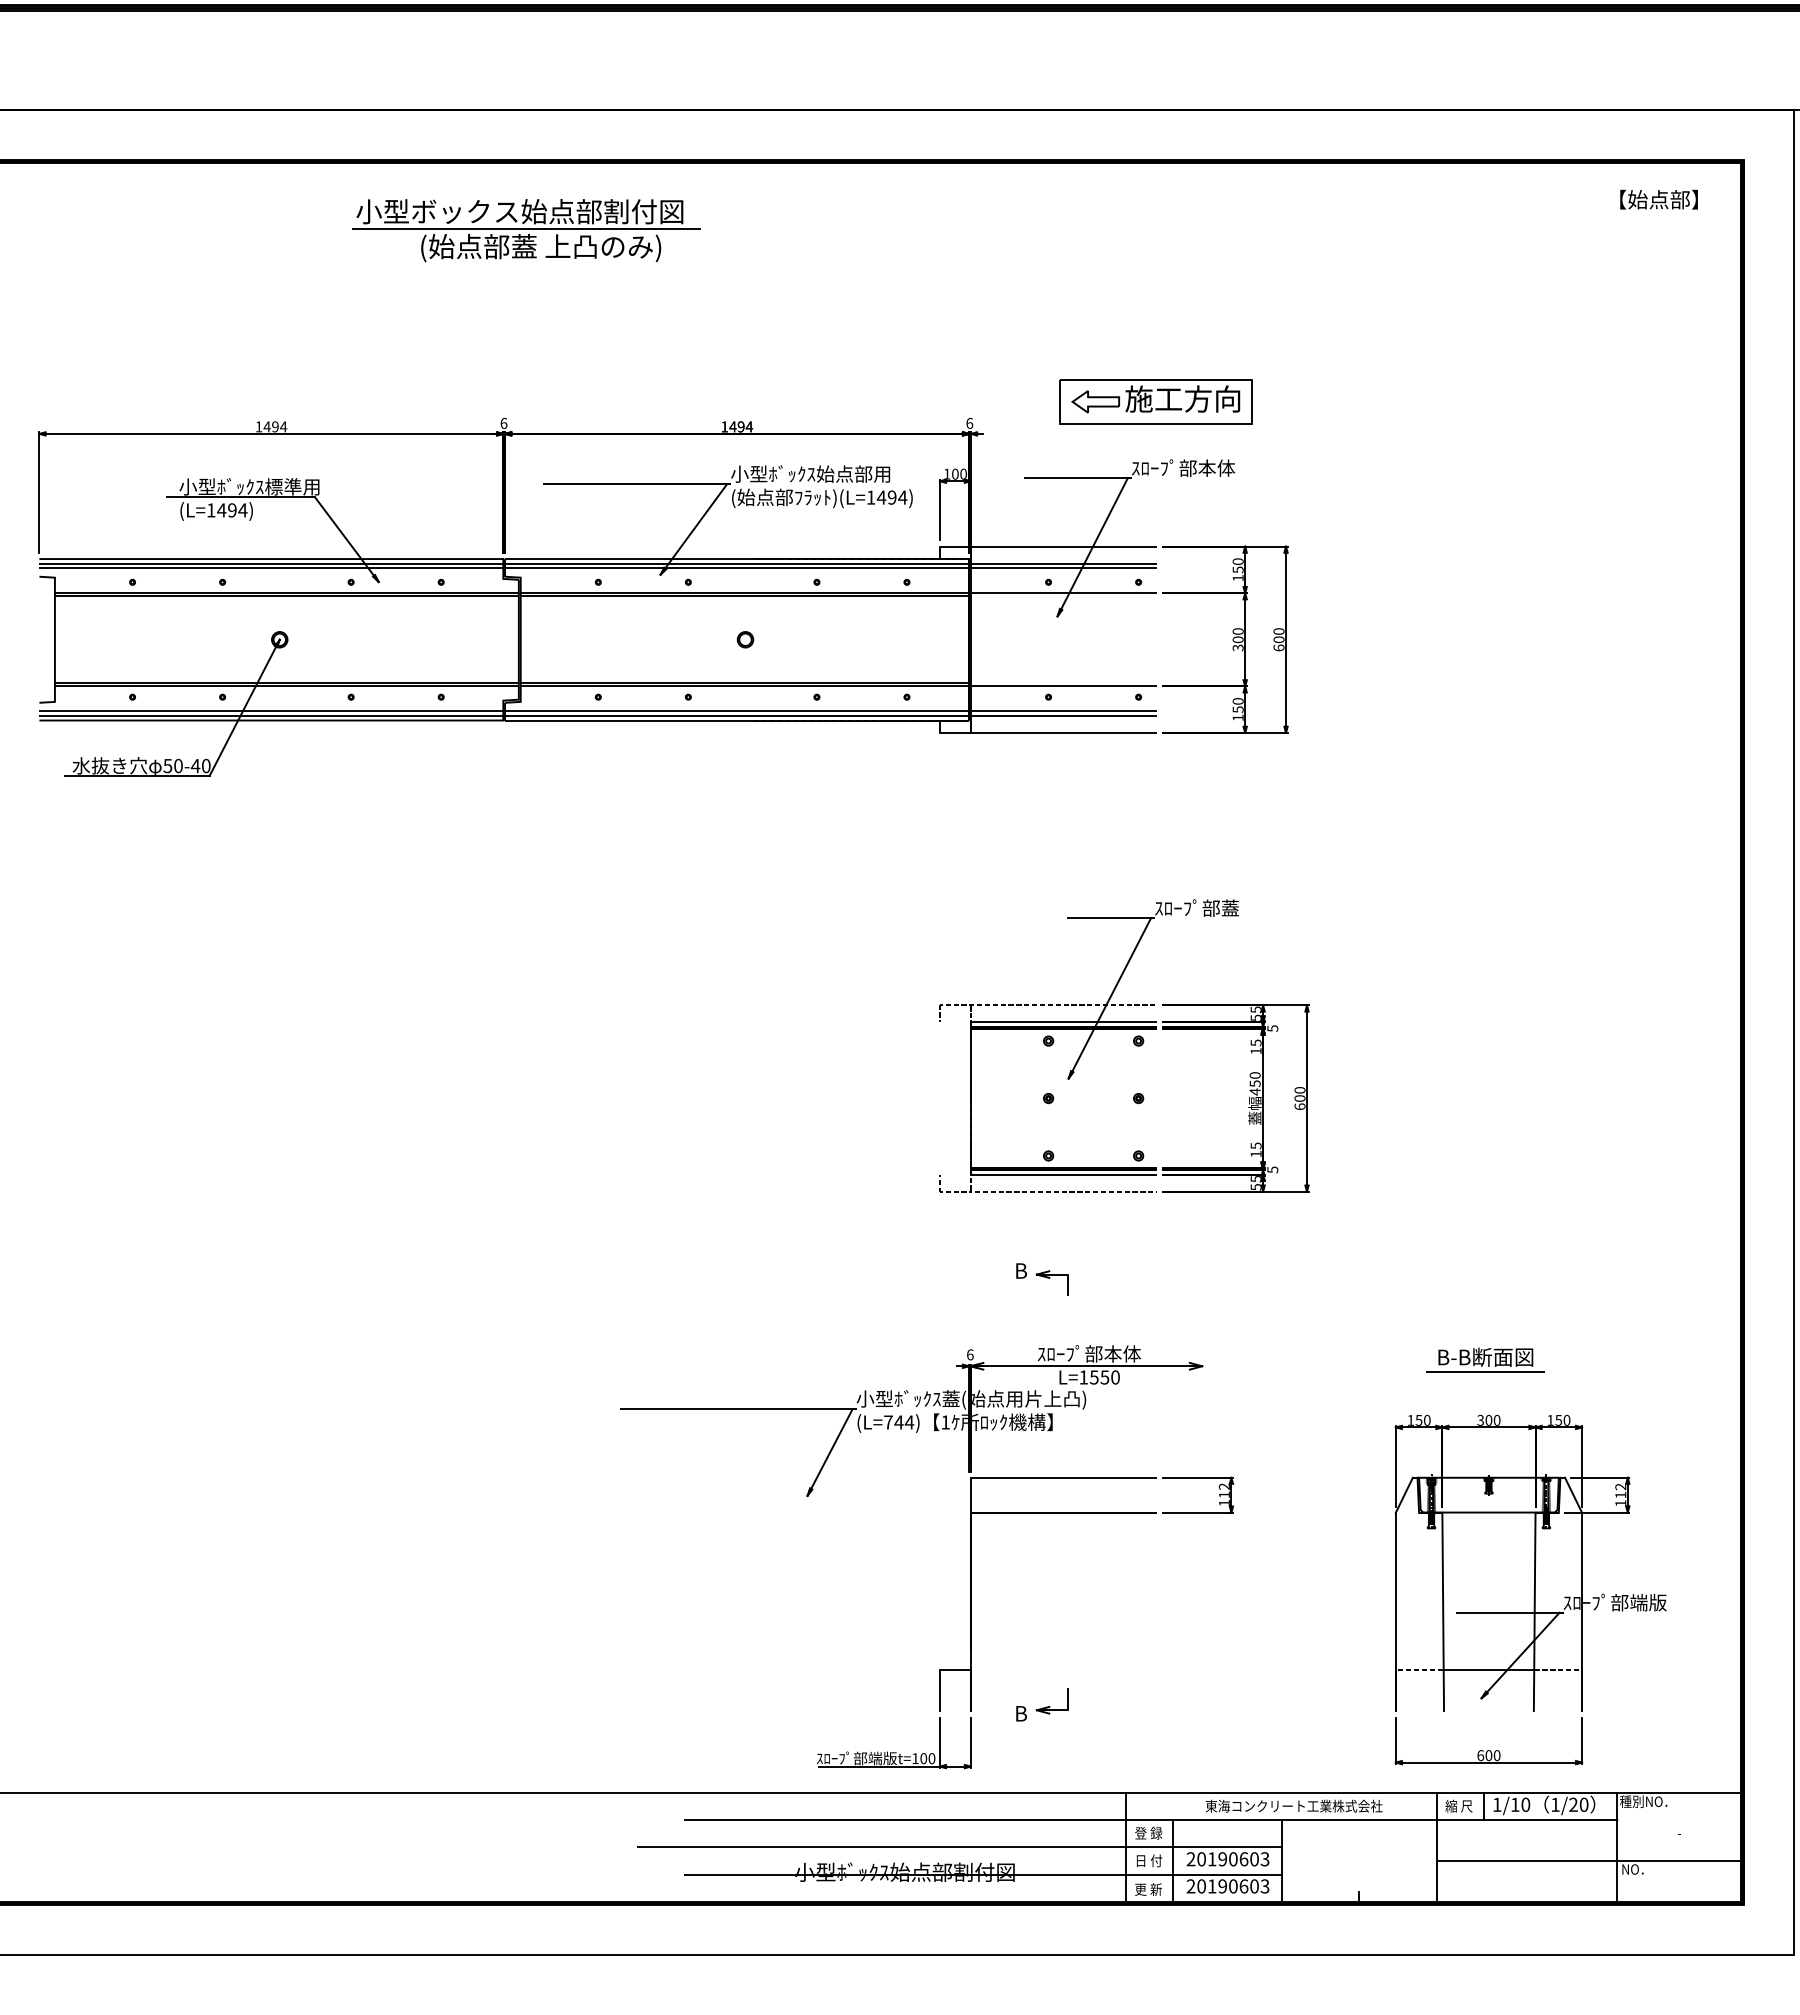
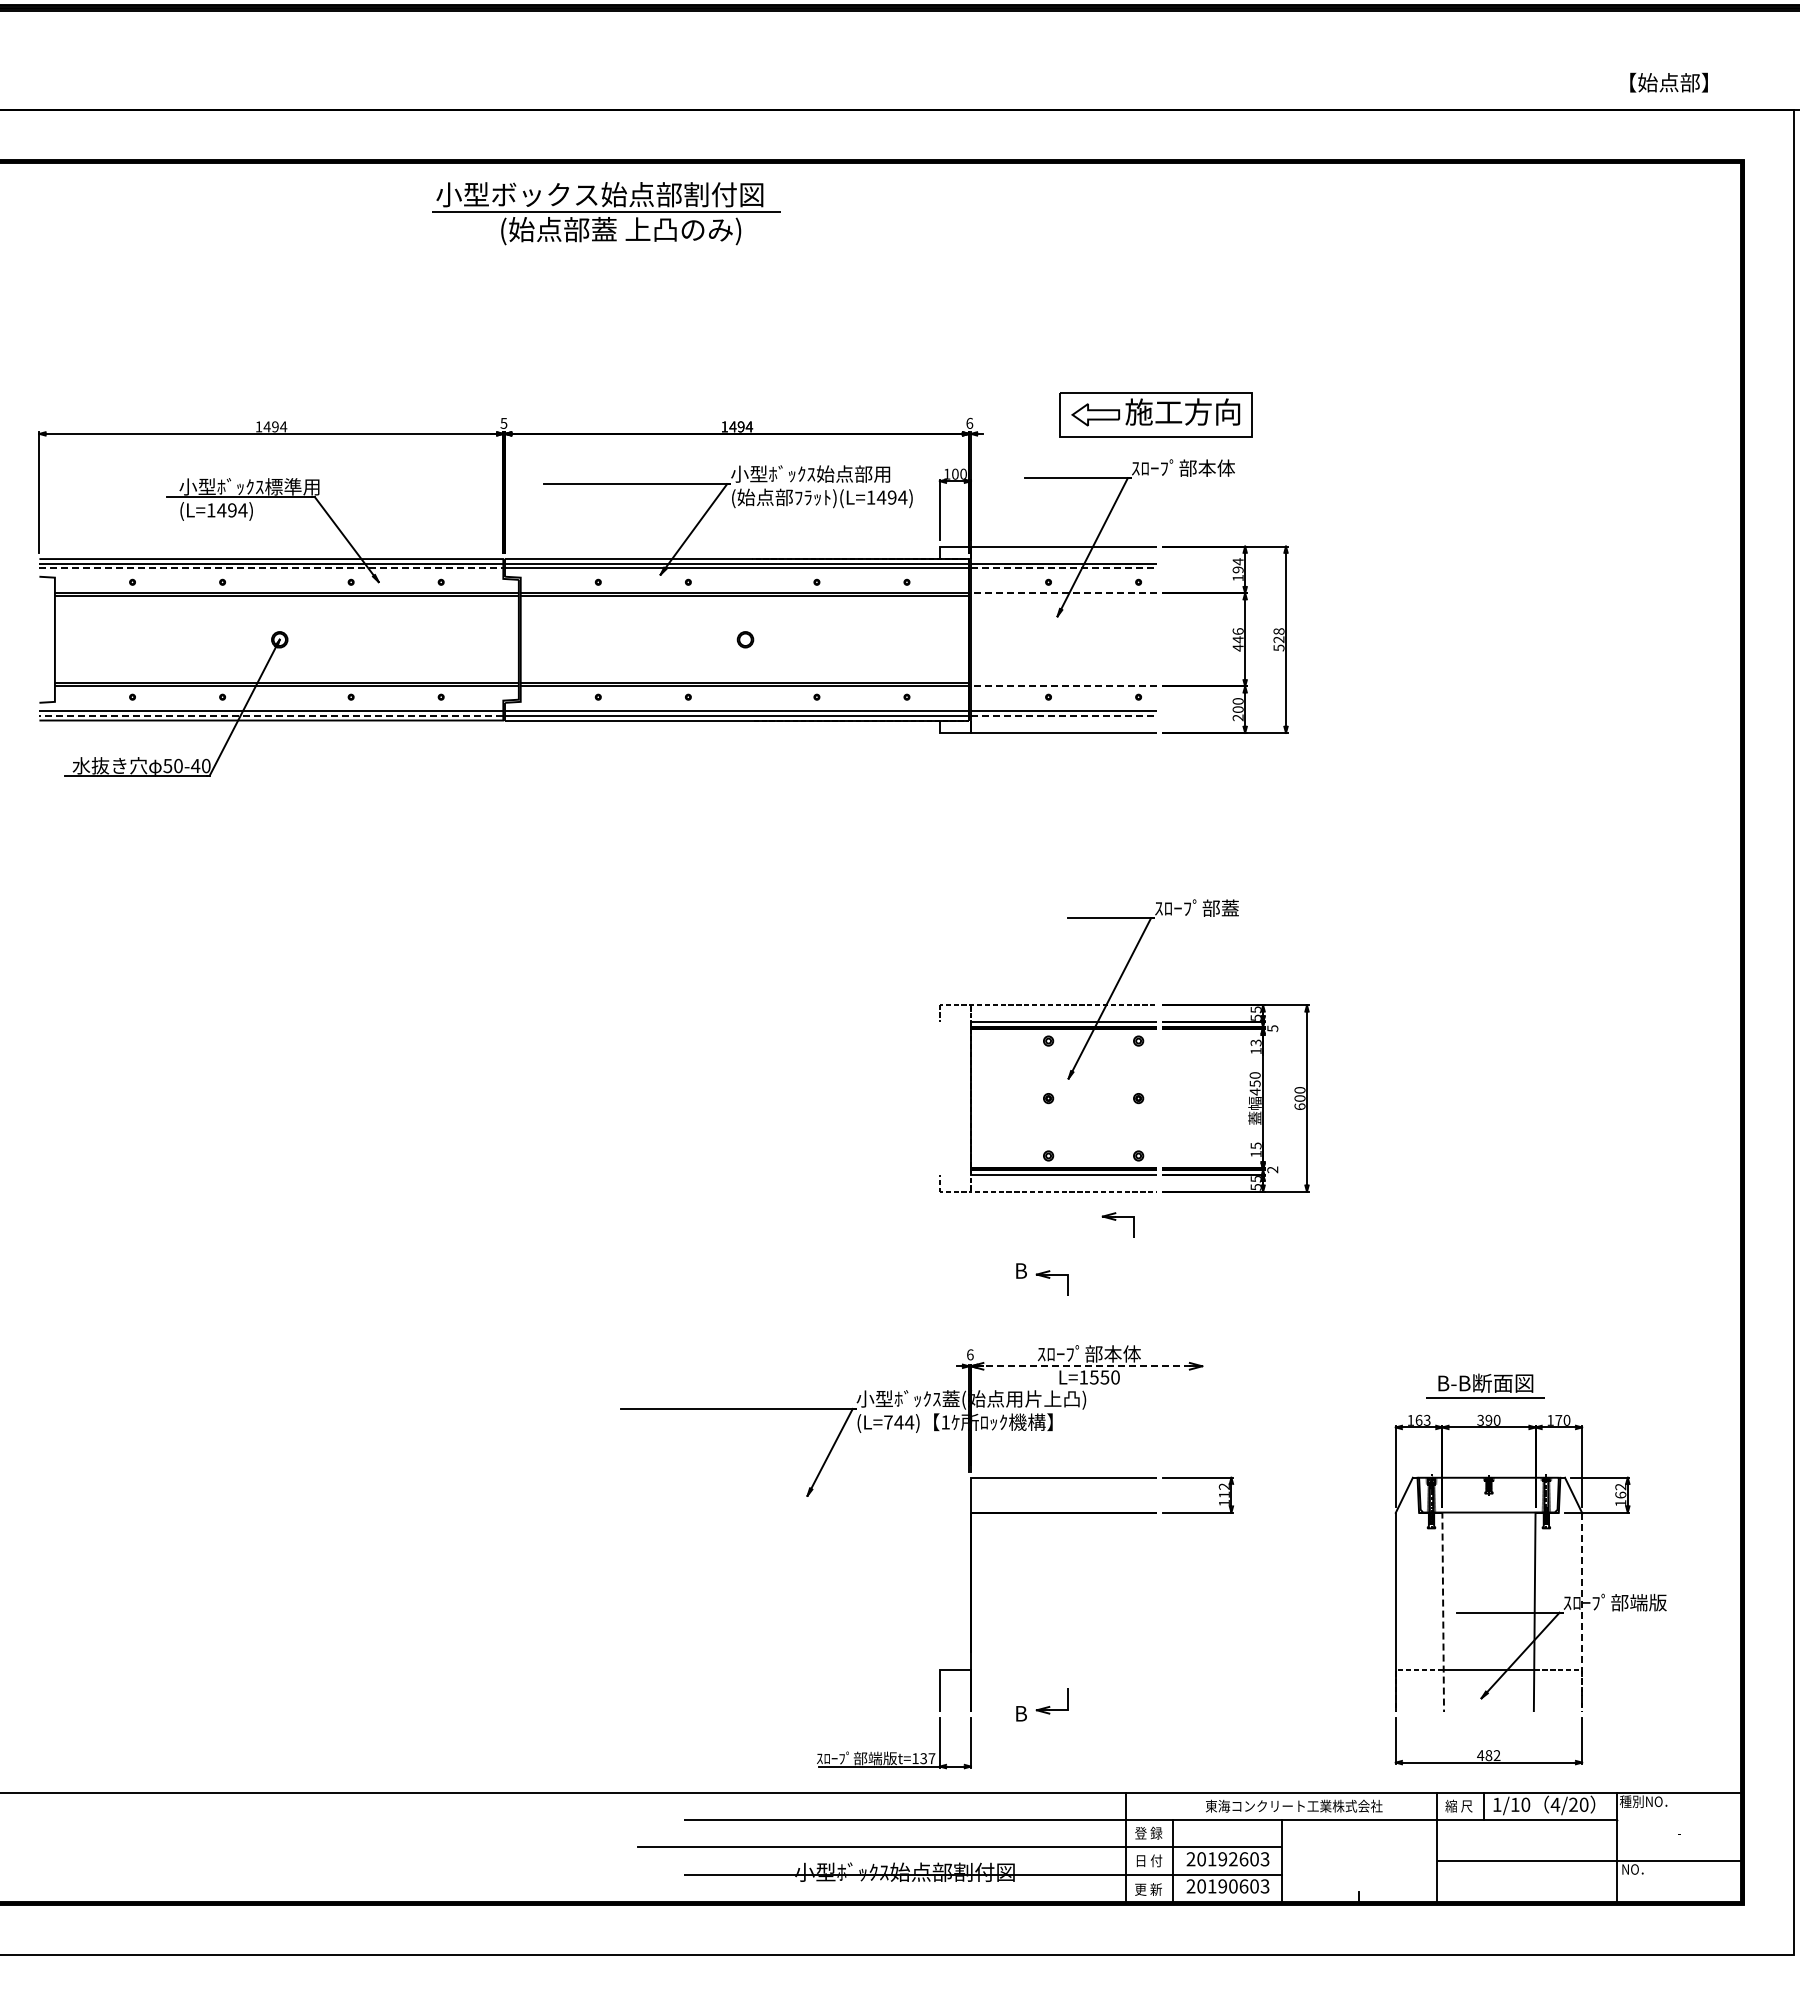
text at (1658, 199) position: (1658, 199) -> (1668, 82)
part at (526, 230) position: (526, 230) -> (606, 213)
part at (1155, 401) position: (1155, 401) -> (1155, 414)
text at (503, 422): 6 -> 5
text at (1237, 565): 150 -> 194
line at (271, 568): solid -> dashed
line at (1064, 568): solid -> dashed
line at (1063, 593): solid -> dashed
text at (1237, 639): 300 -> 446
text at (1278, 639): 600 -> 528
line at (1063, 686): solid -> dashed
text at (1237, 713): 150 -> 200
line at (271, 715): solid -> dashed
line at (1064, 715): solid -> dashed
text at (1255, 1042): 15 -> 13
text at (1272, 1169): 5 -> 2
part at (1117, 1224): none -> present
part at (1485, 1359) position: (1485, 1359) -> (1485, 1385)
line at (1092, 1366): solid -> dashed
text at (1422, 1419): 150 -> 163
text at (1488, 1420): 300 -> 390
text at (1558, 1420): 150 -> 170
text at (1620, 1494): 112 -> 162
line at (1443, 1600): solid -> dashed
line at (1582, 1612): solid -> dashed
text at (1488, 1755): 600 -> 482
text at (927, 1758): t=100 -> t=137
text at (1555, 1804): 1/20 -> 4/20
text at (1233, 1859): 20190603 -> 20192603
